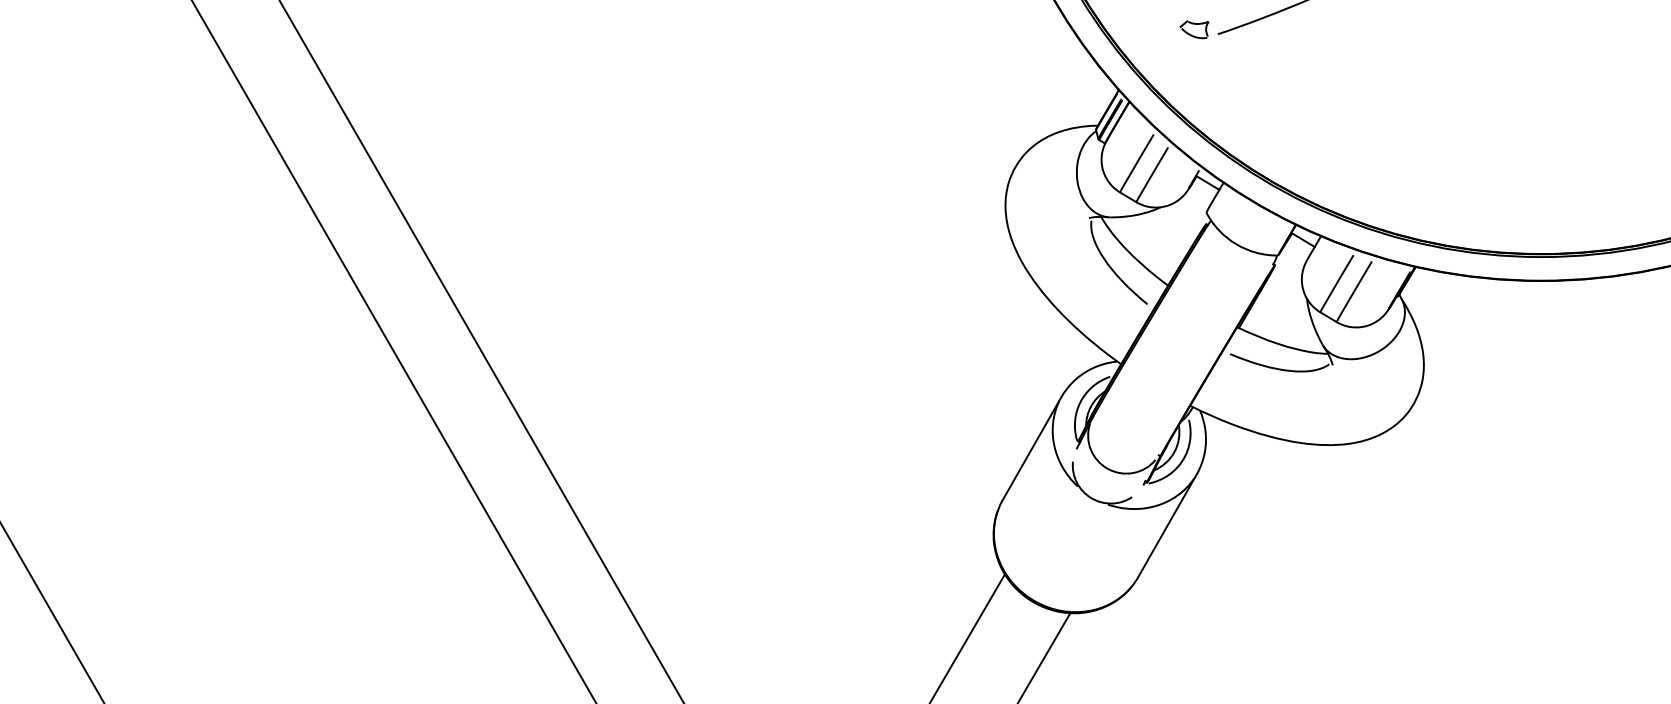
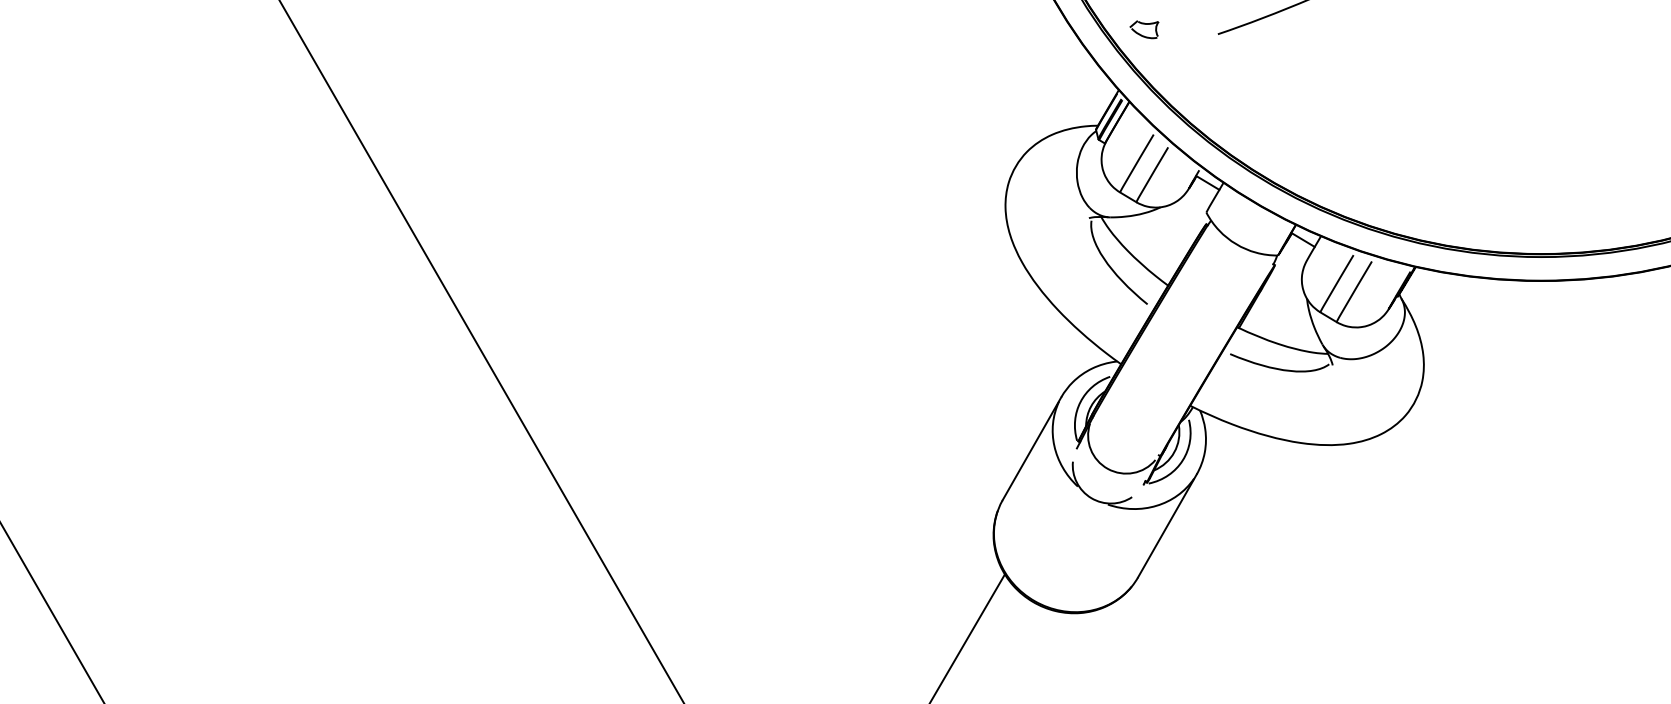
part at (1194, 29) position: (1194, 29) -> (1144, 29)
line at (393, 351): present -> none
line at (1044, 656): present -> none
